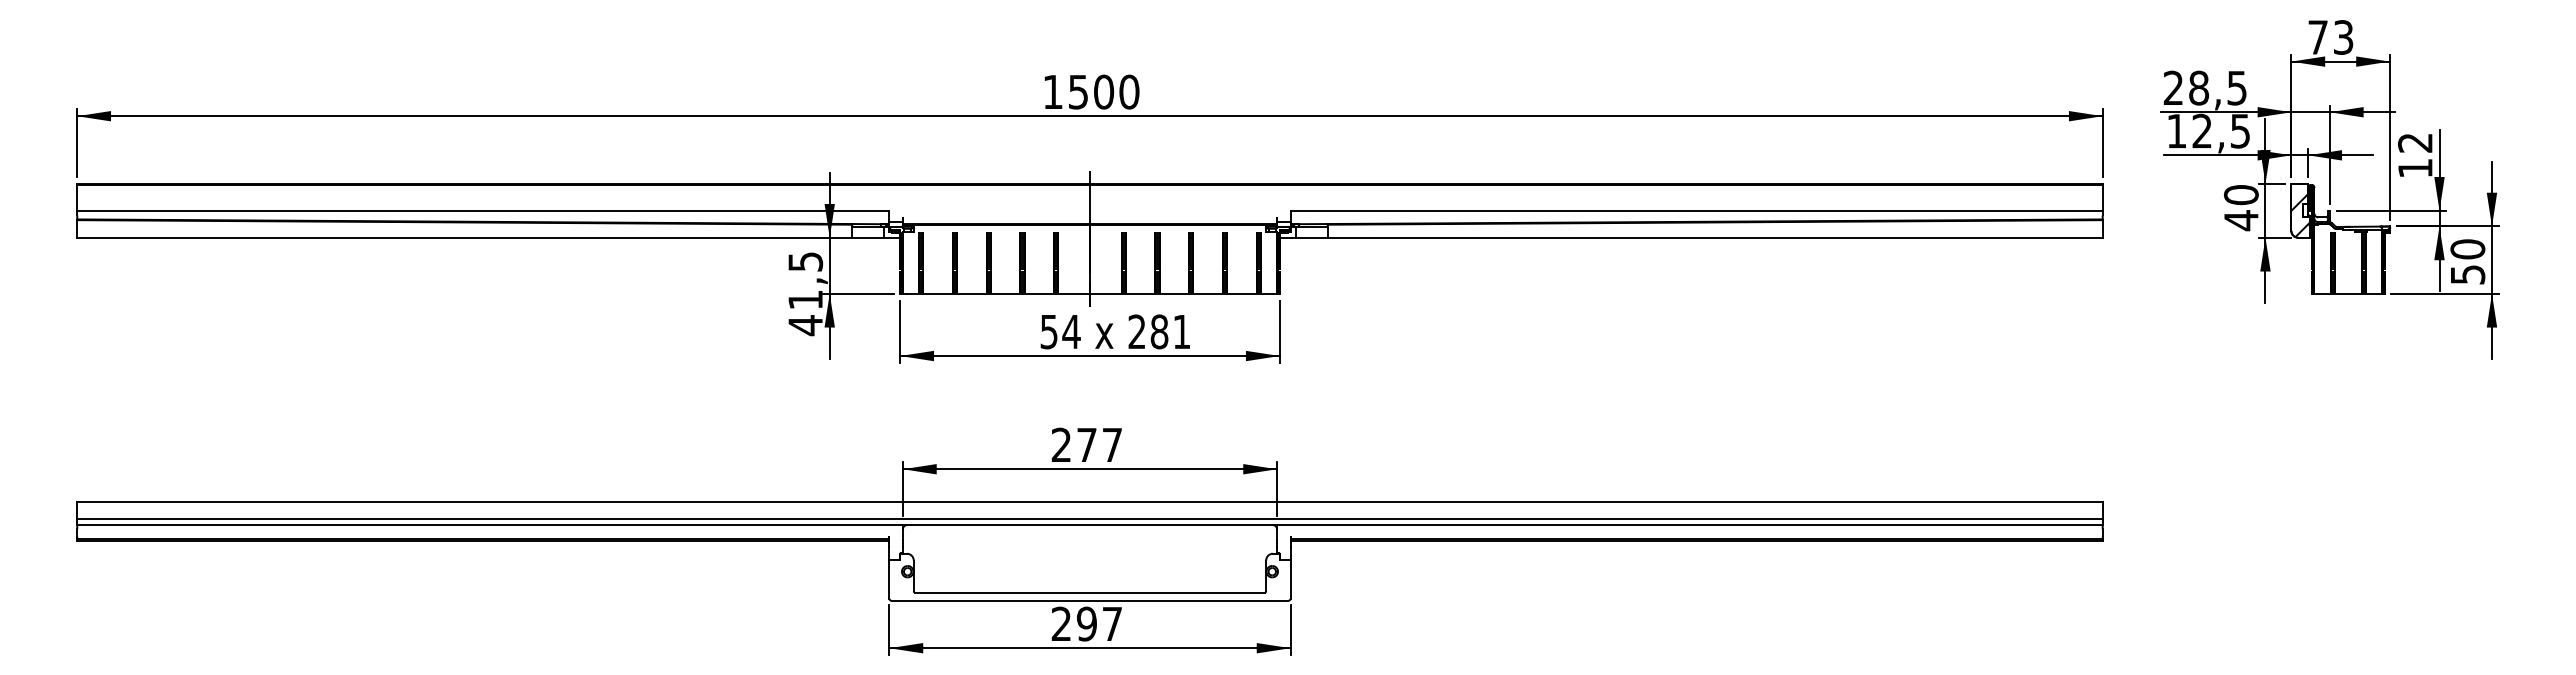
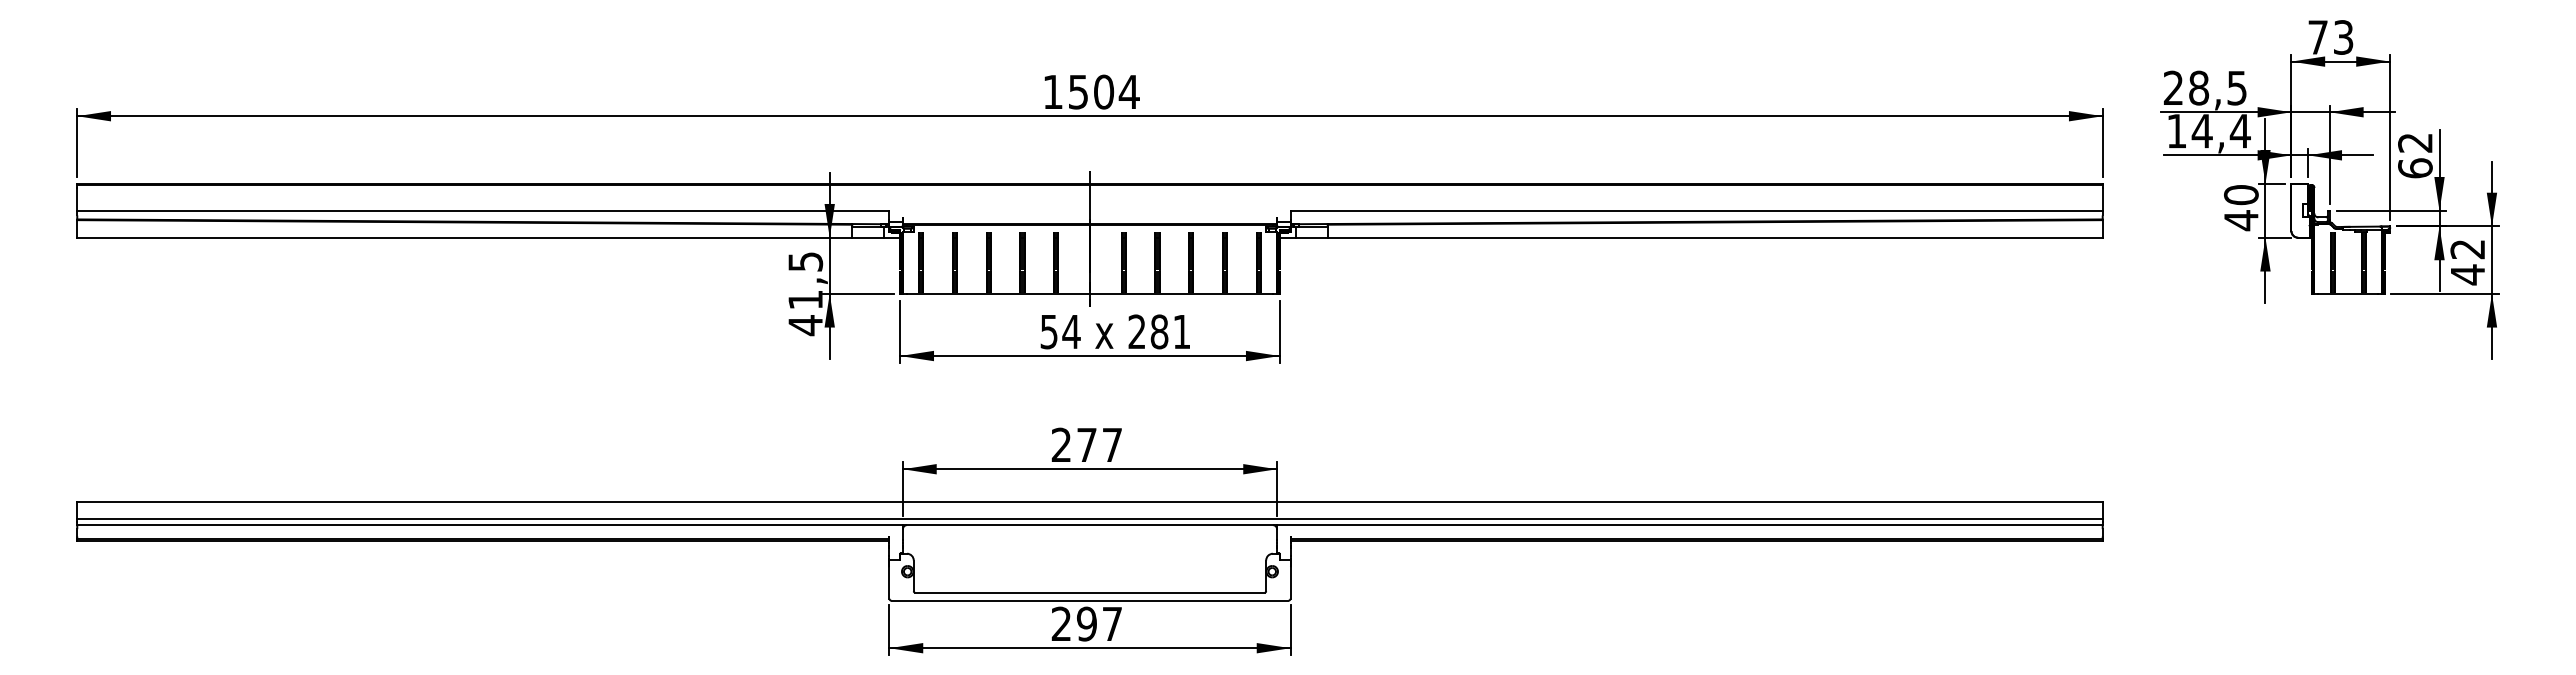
text at (1128, 91): 1500 -> 1504
text at (2220, 130): 12,5 -> 14,4
text at (2415, 168): 12 -> 62
hatch at (2300, 215): present -> none
text at (2467, 262): 50 -> 42
